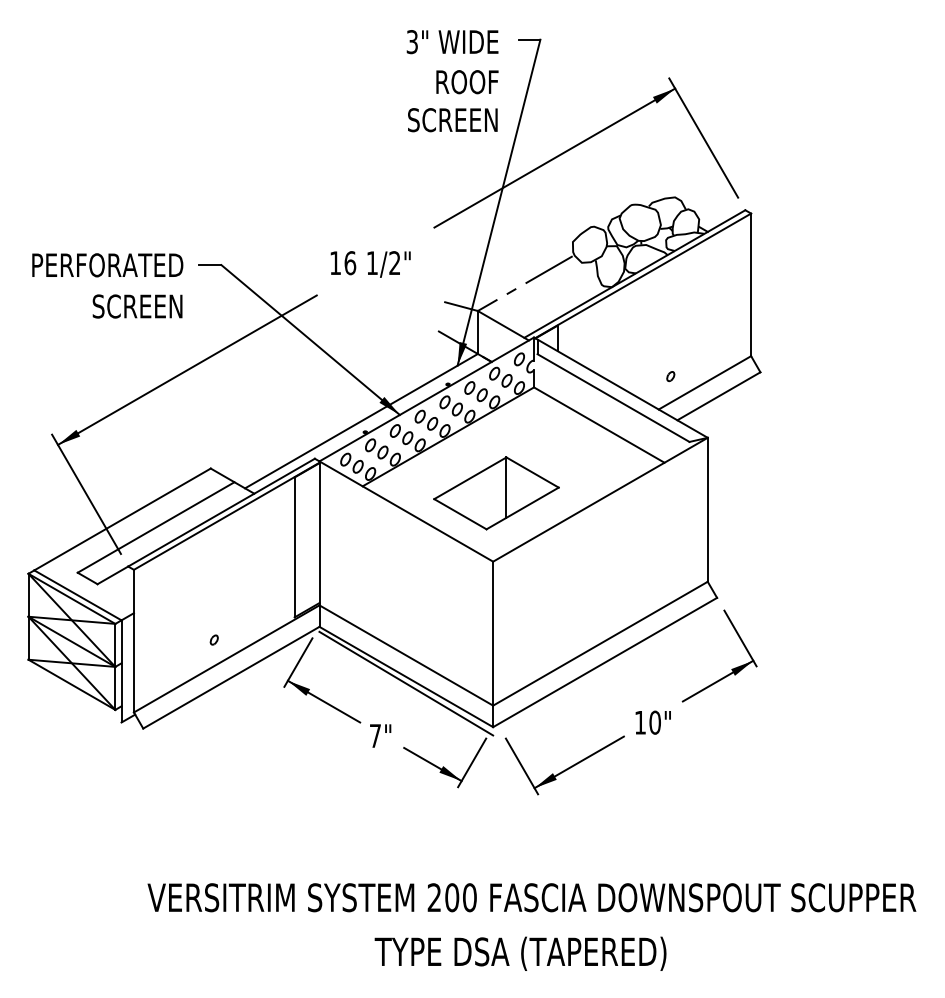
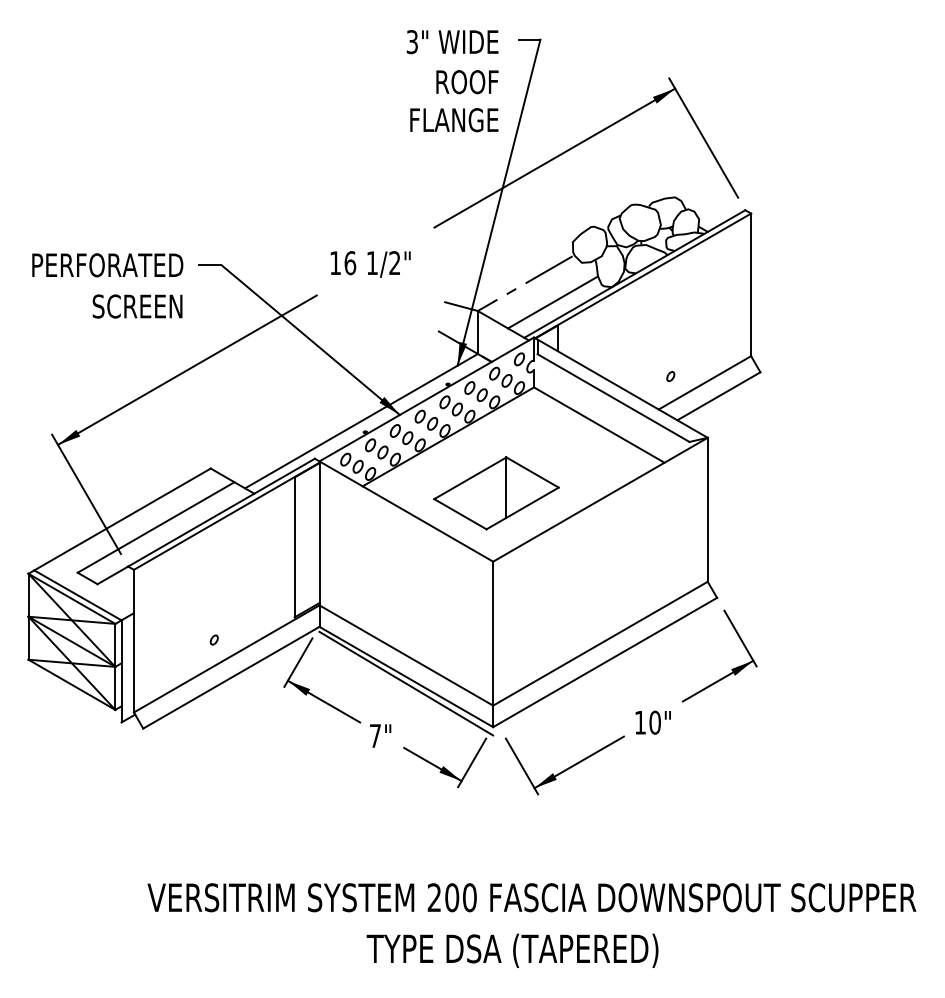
text at (453, 120): SCREEN -> FLANGE
line at (553, 302): none -> present
text at (520, 953) position: (520, 953) -> (512, 950)
